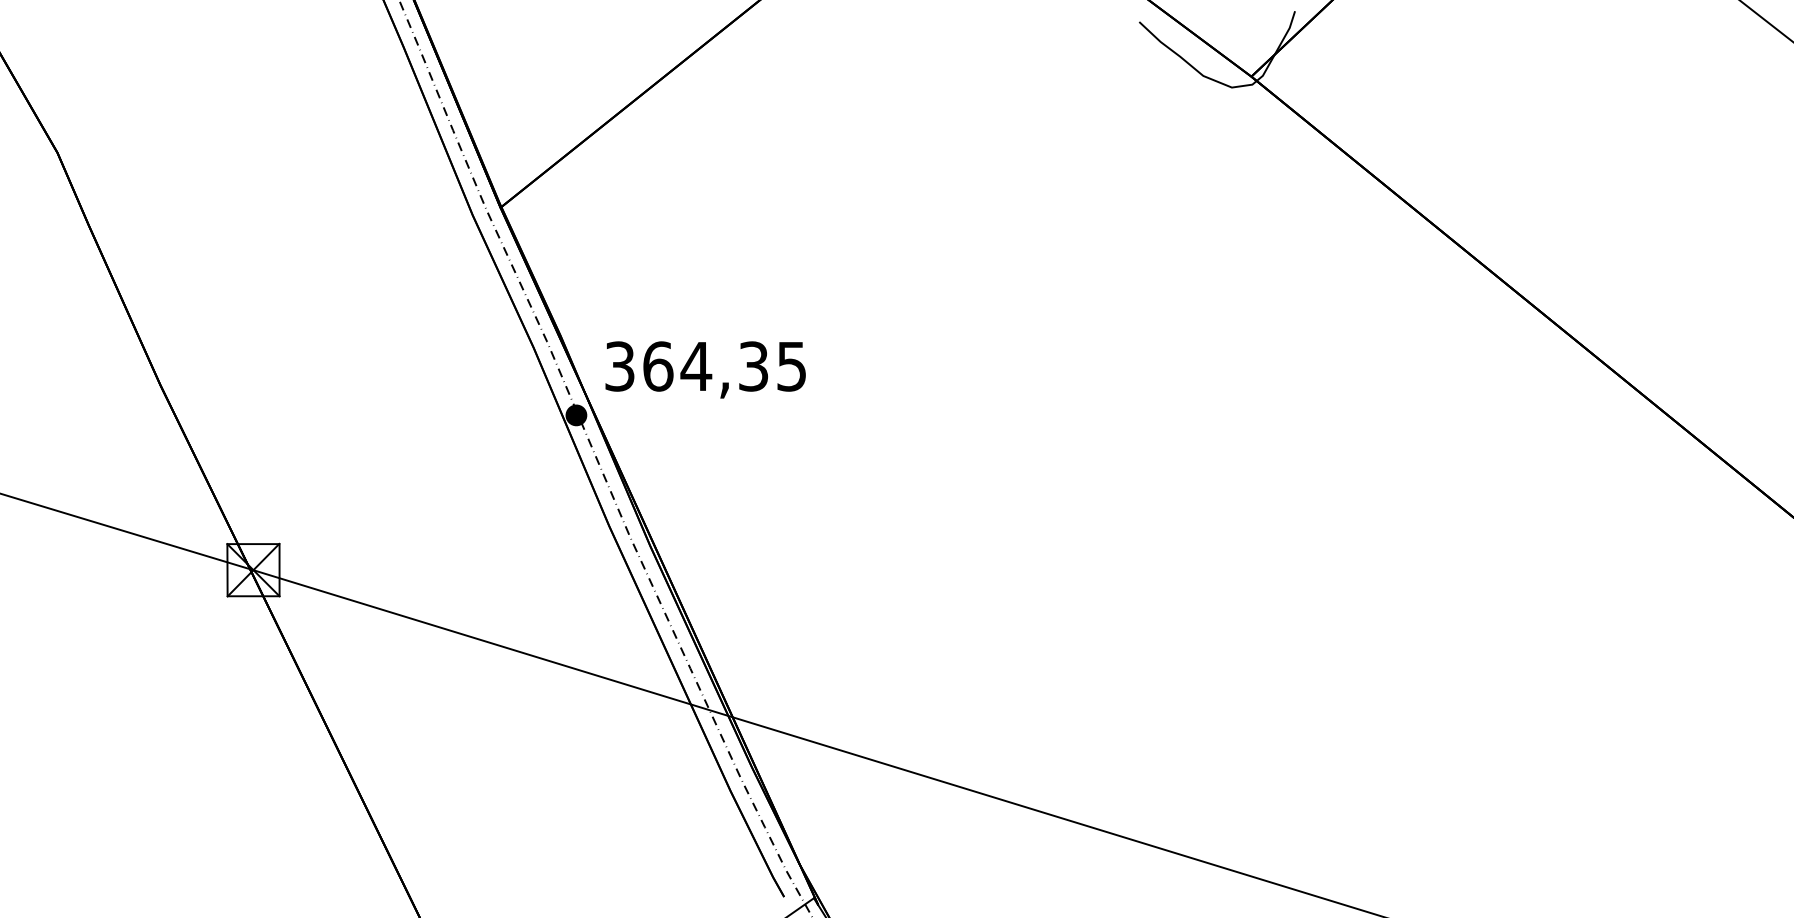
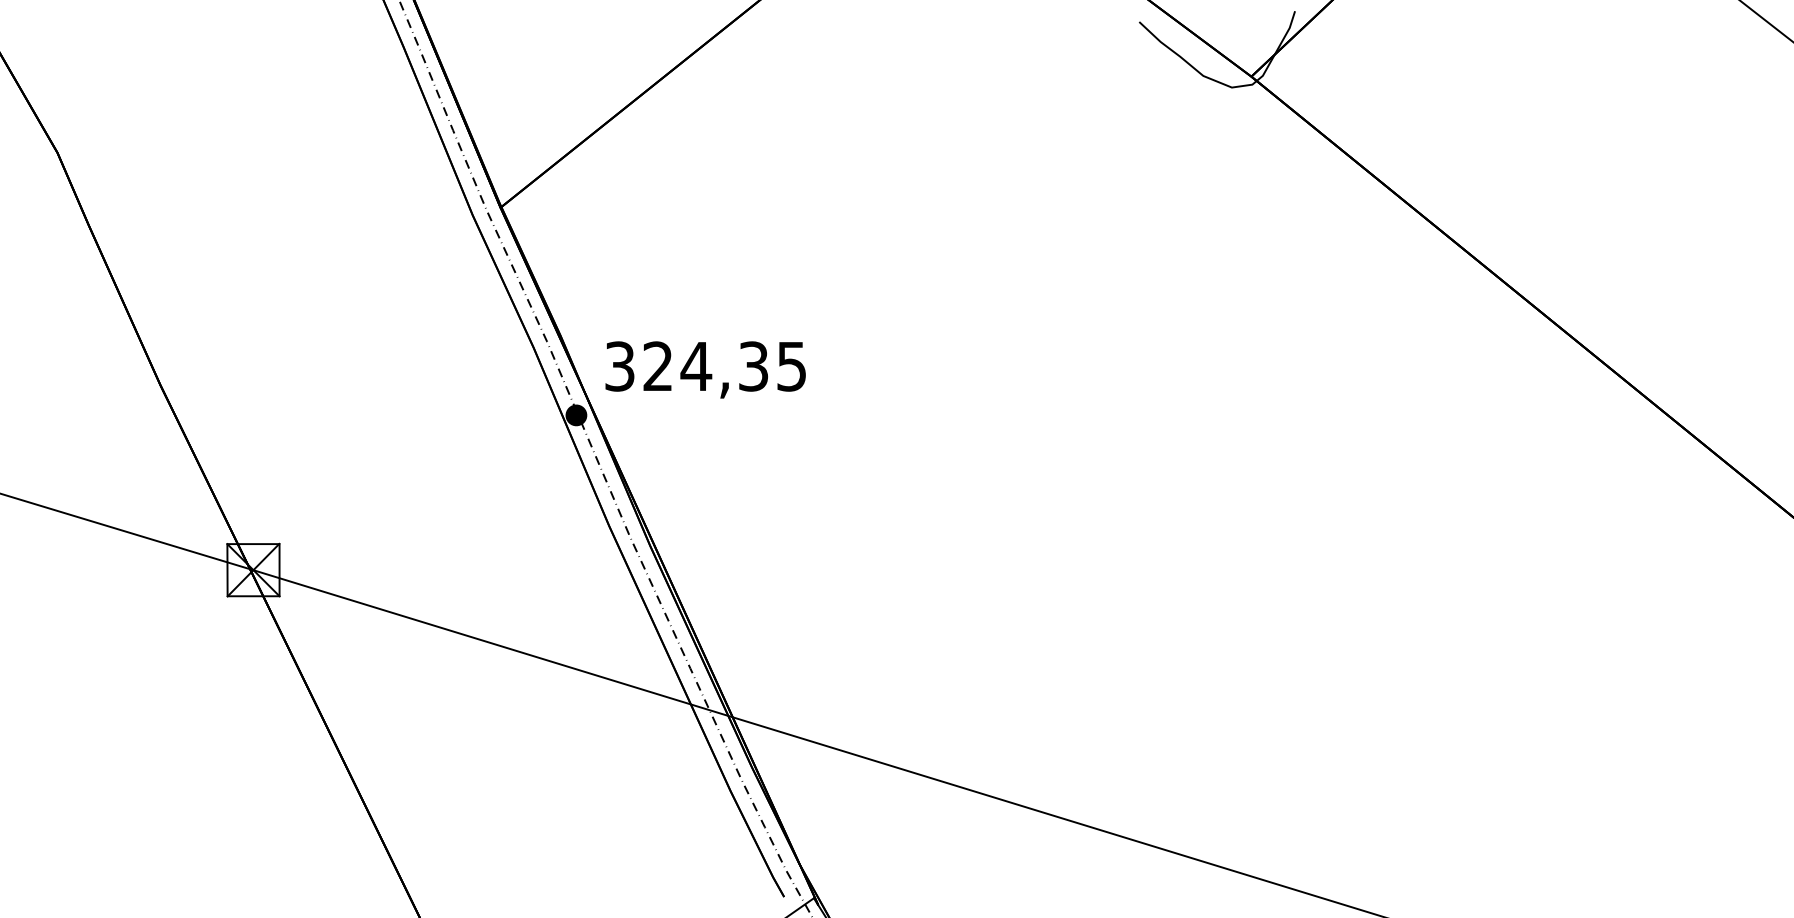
text at (658, 366): 364,35 -> 324,35
